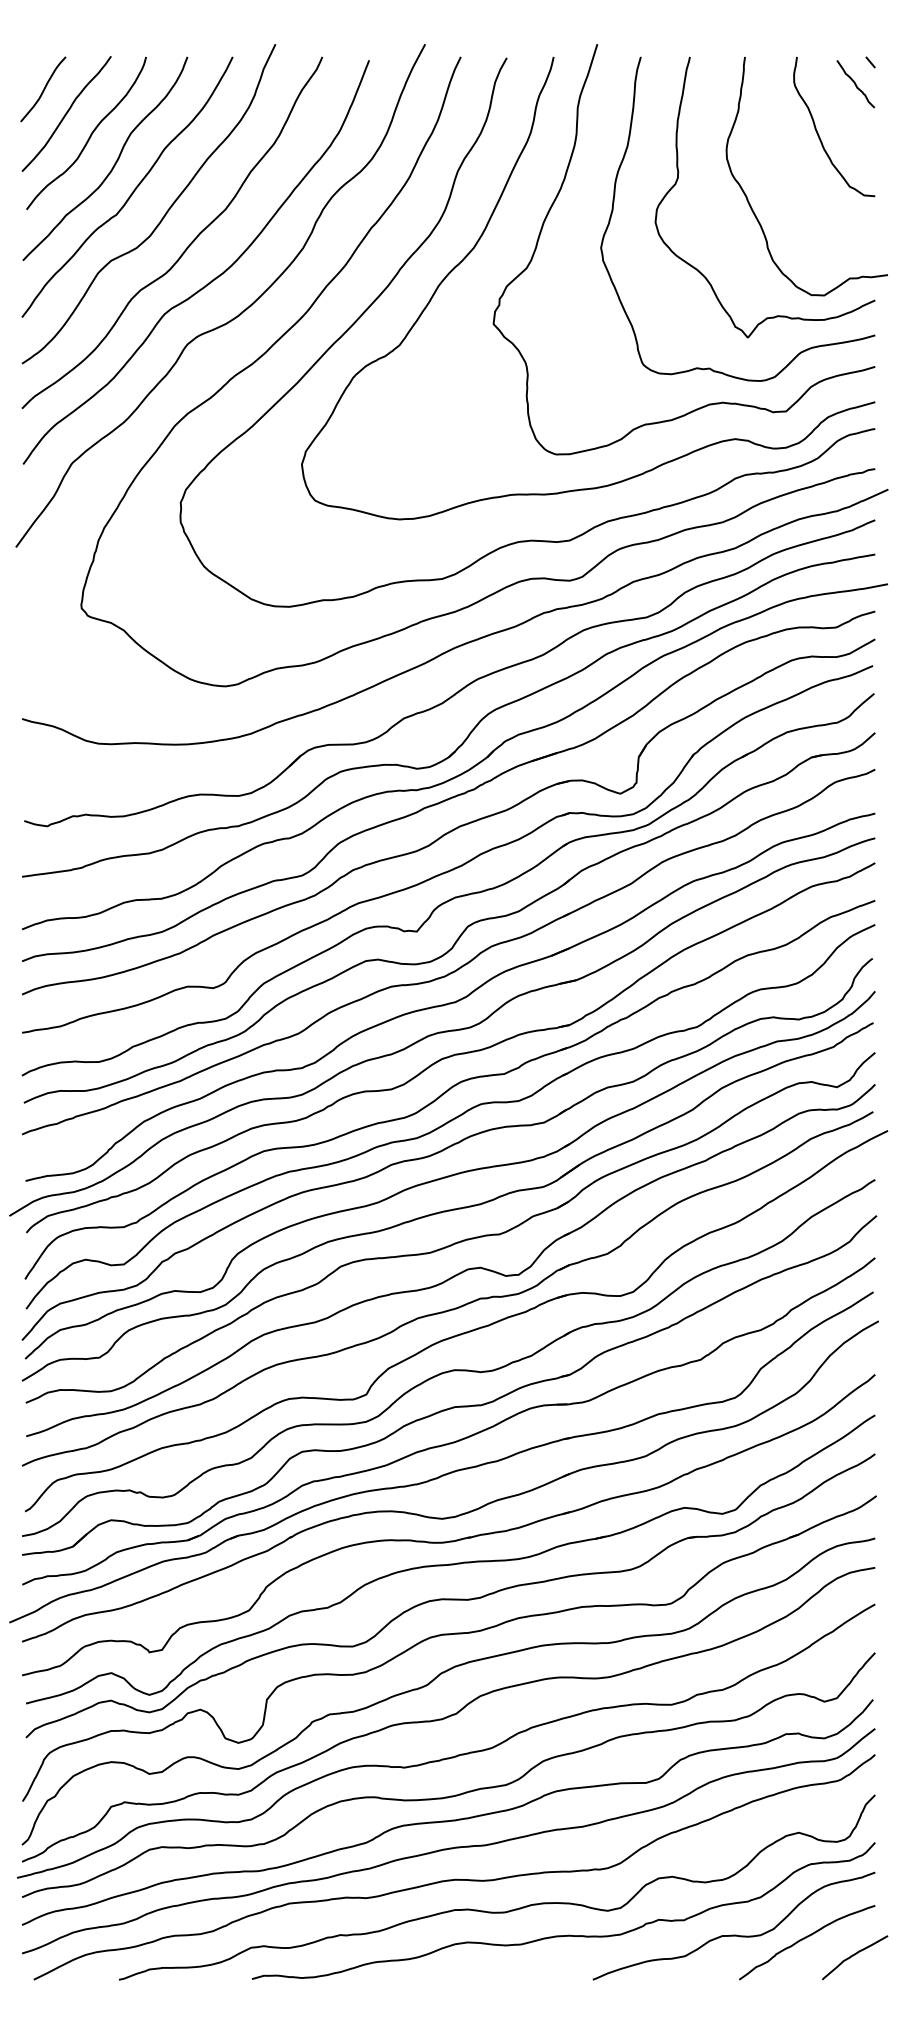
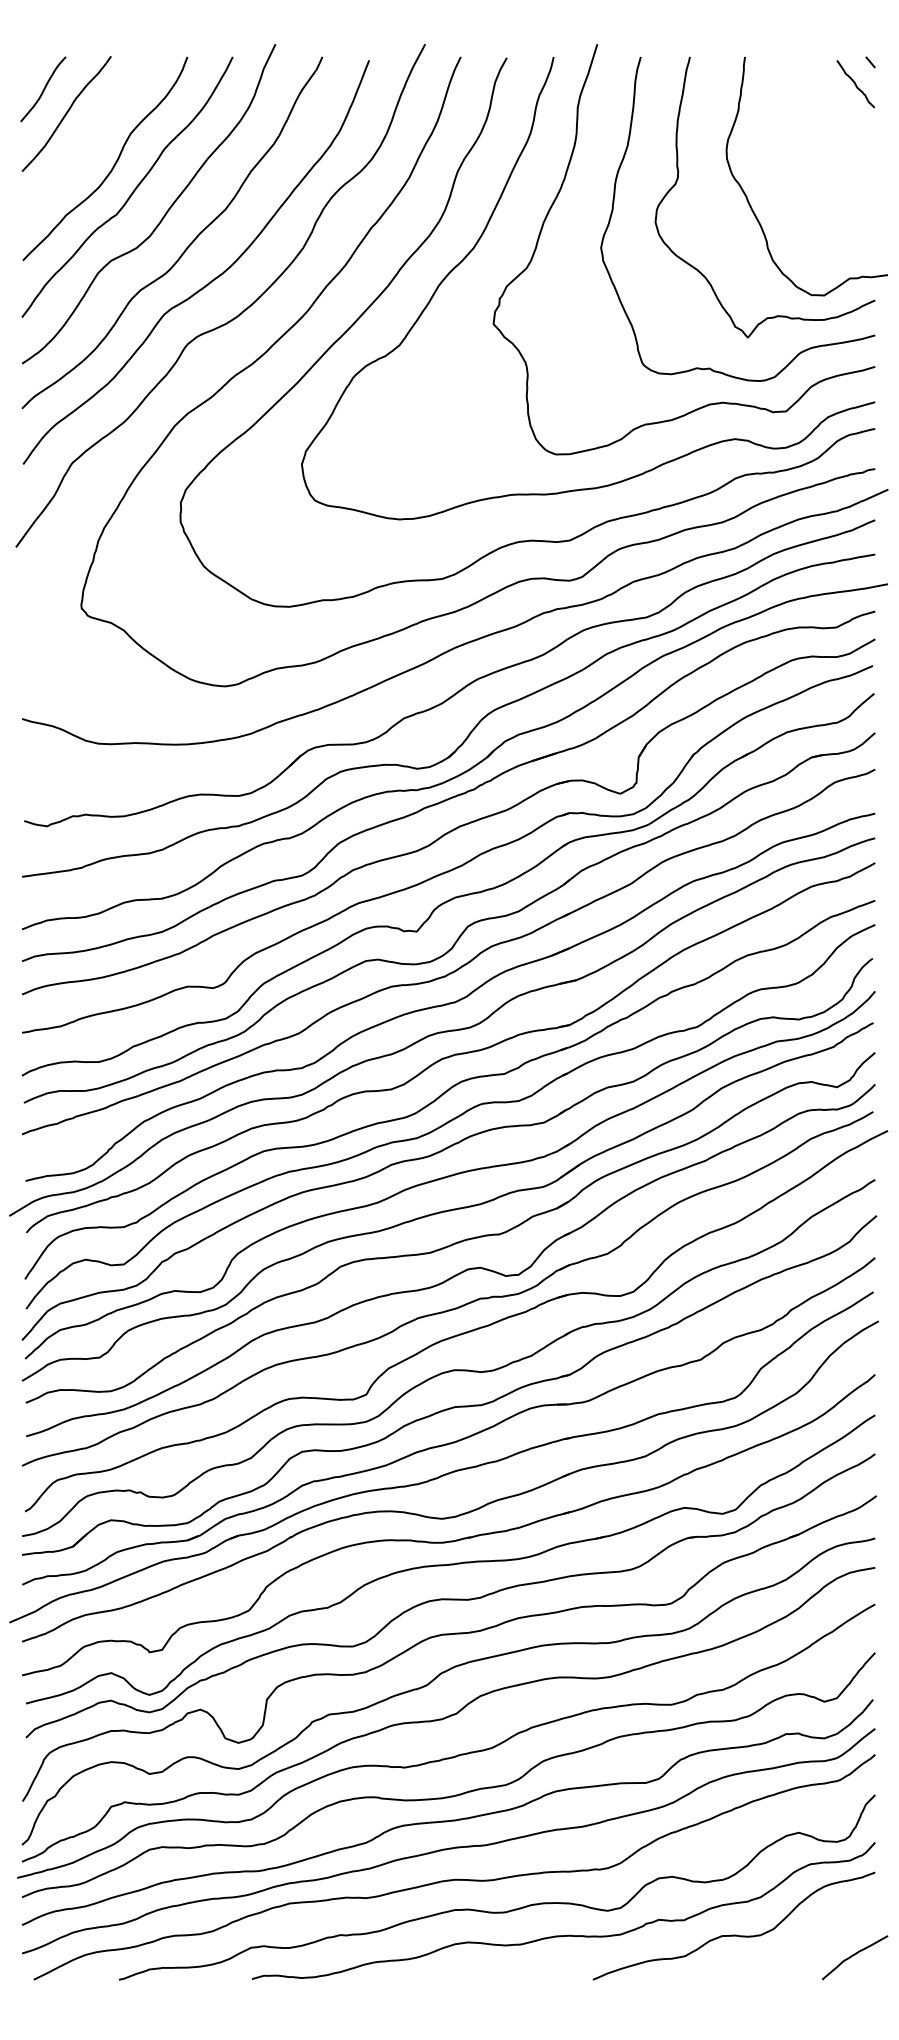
curve at (818, 132): present -> none
curve at (90, 134): present -> none
curve at (806, 1938): present -> none
